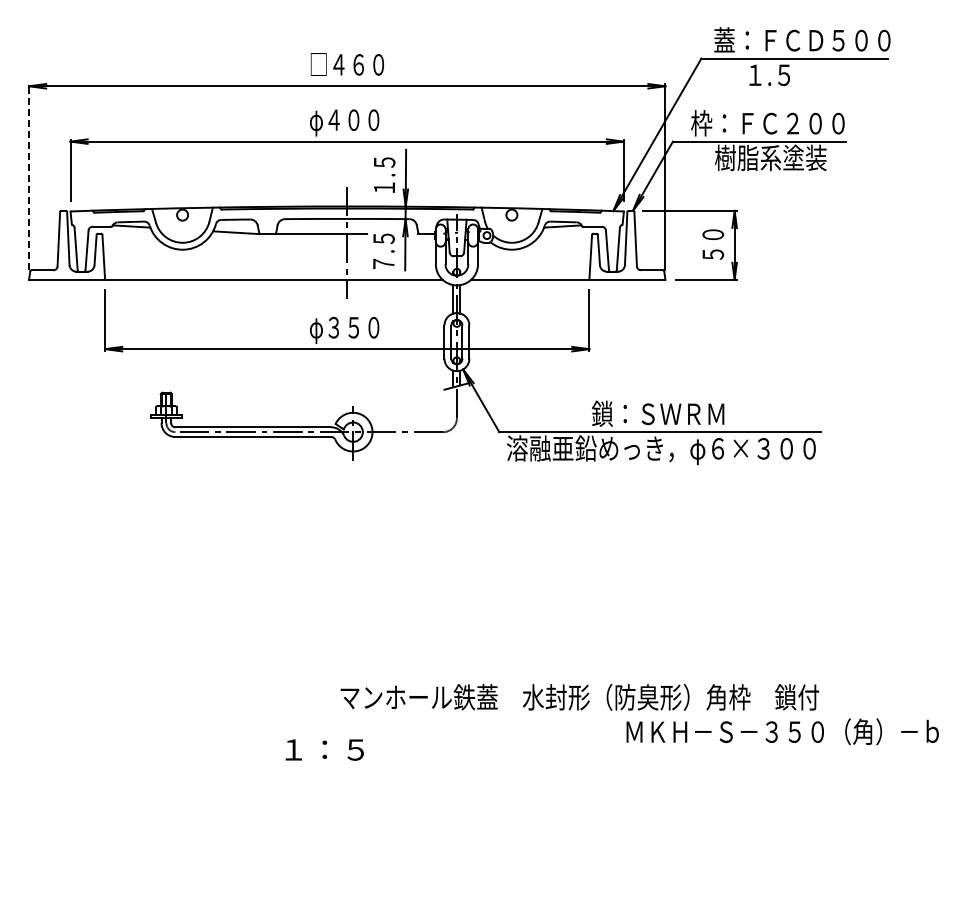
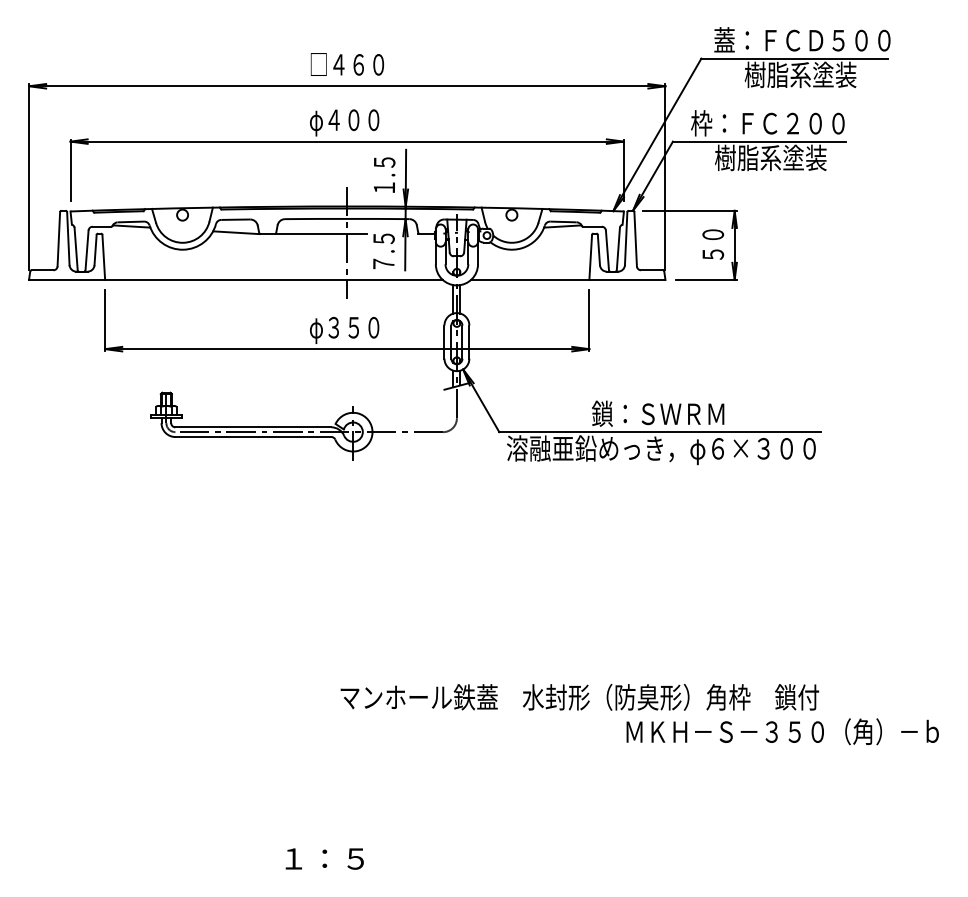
text at (800, 74): １.５ -> 樹脂系塗装
line at (29, 176): dashed -> solid
text at (324, 749) position: (324, 749) -> (324, 858)
